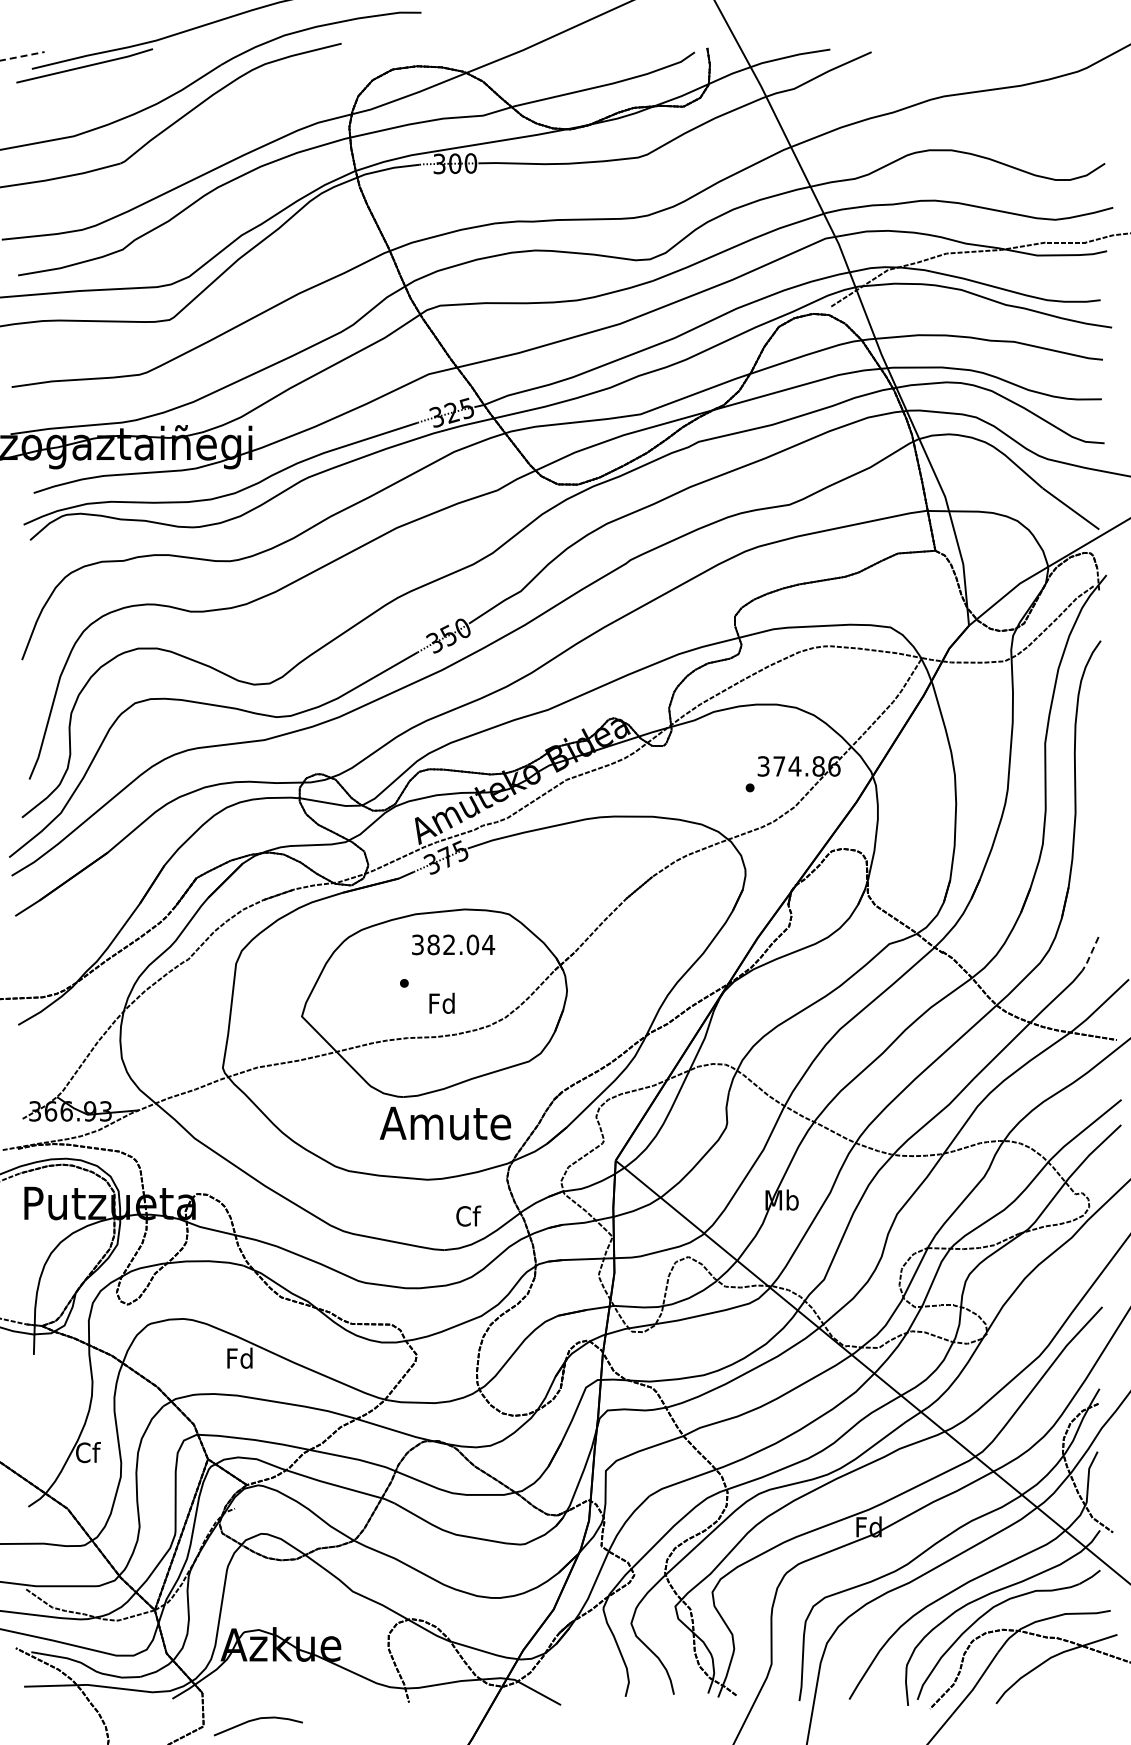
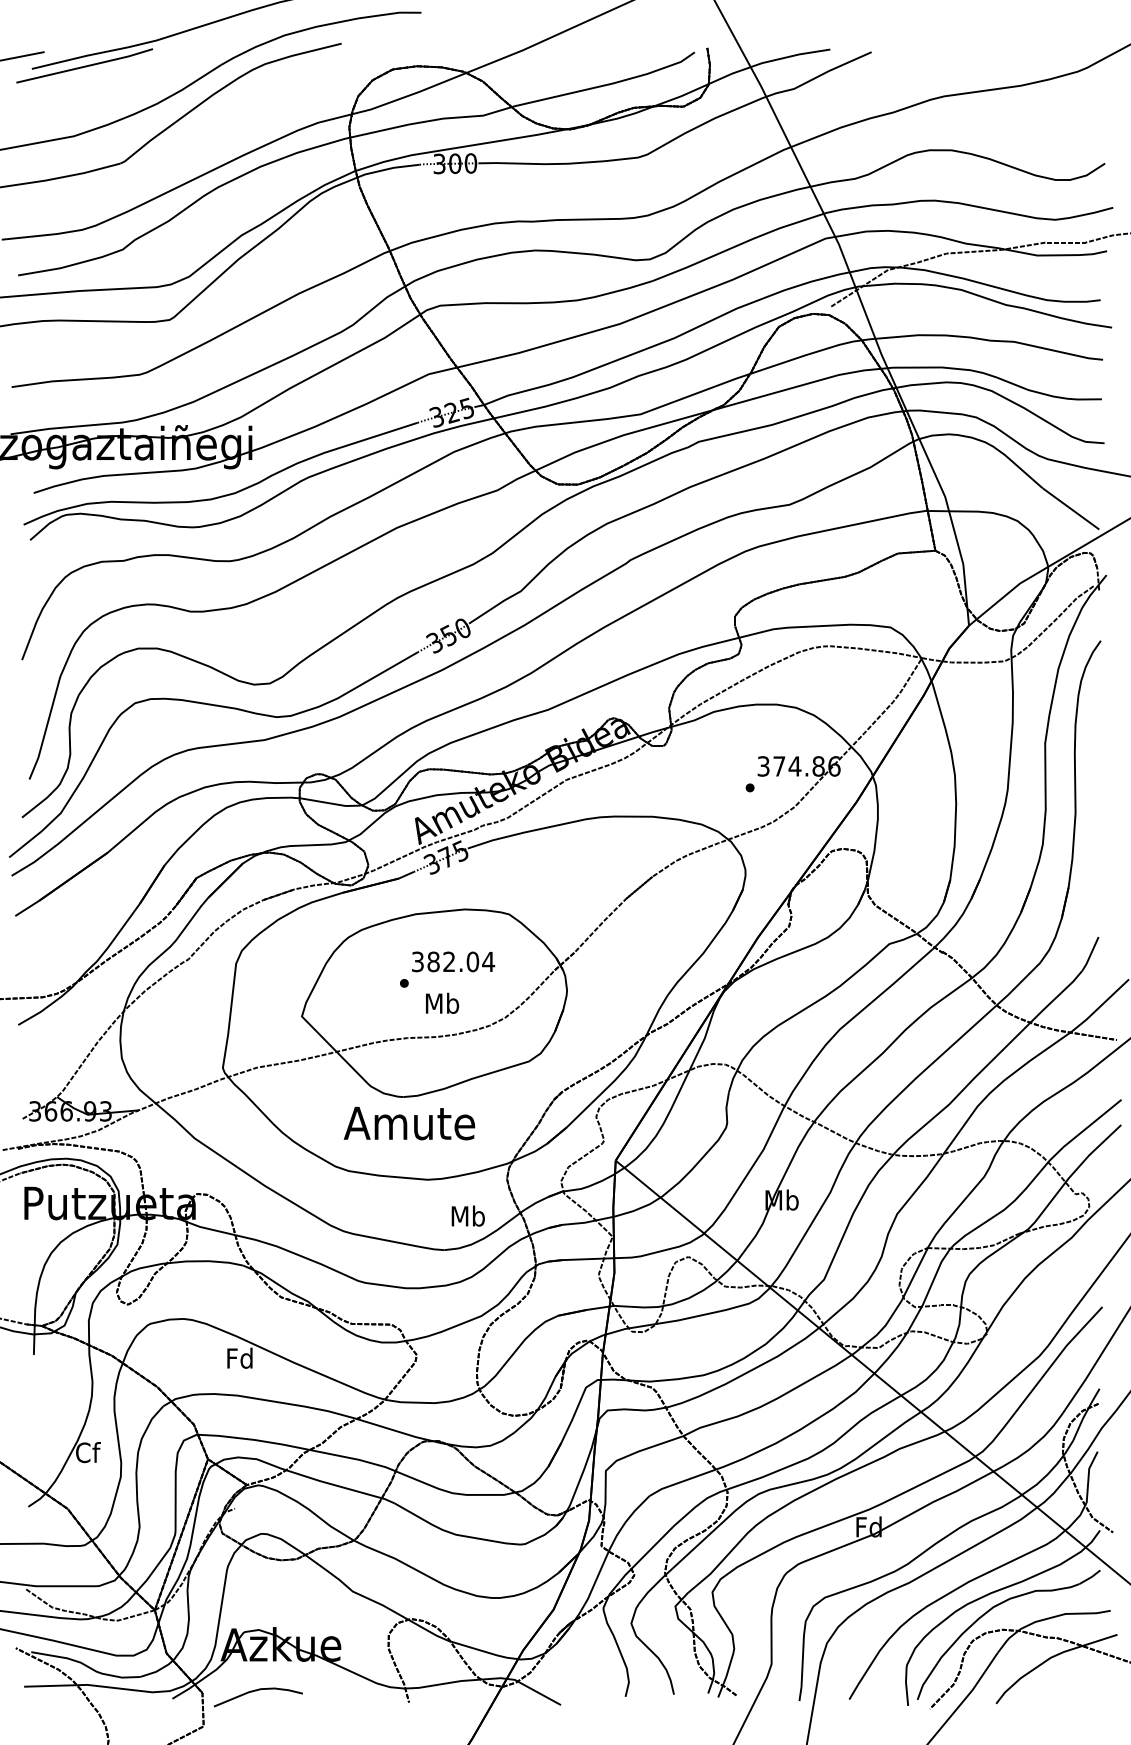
line at (23, 56): dashed -> solid
text at (453, 944) position: (453, 944) -> (453, 961)
line at (1090, 955): dashed -> solid
text at (442, 1002): Fd -> Mb
text at (445, 1123) position: (445, 1123) -> (409, 1123)
text at (467, 1215): Cf -> Mb
curve at (256, 1720) position: (256, 1720) -> (256, 1691)
